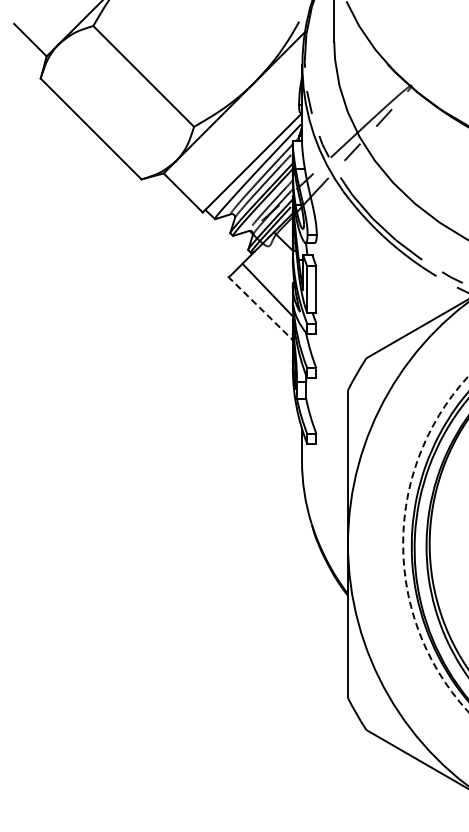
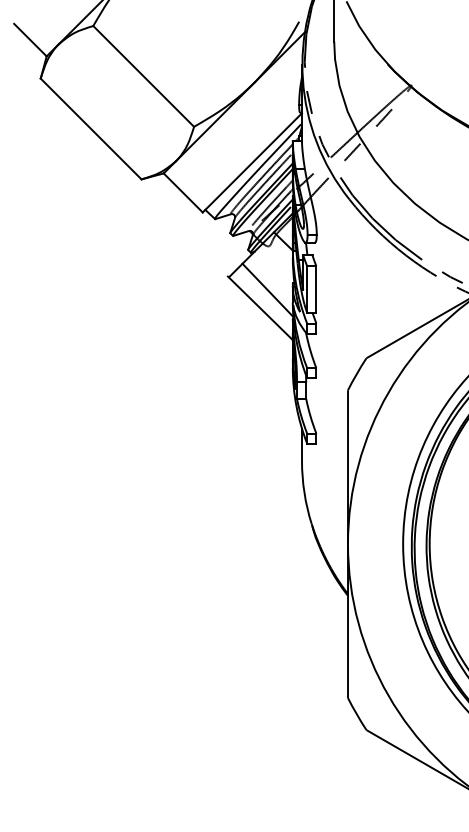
line at (260, 308): dashed -> solid
circle at (435, 543): dashed -> solid
